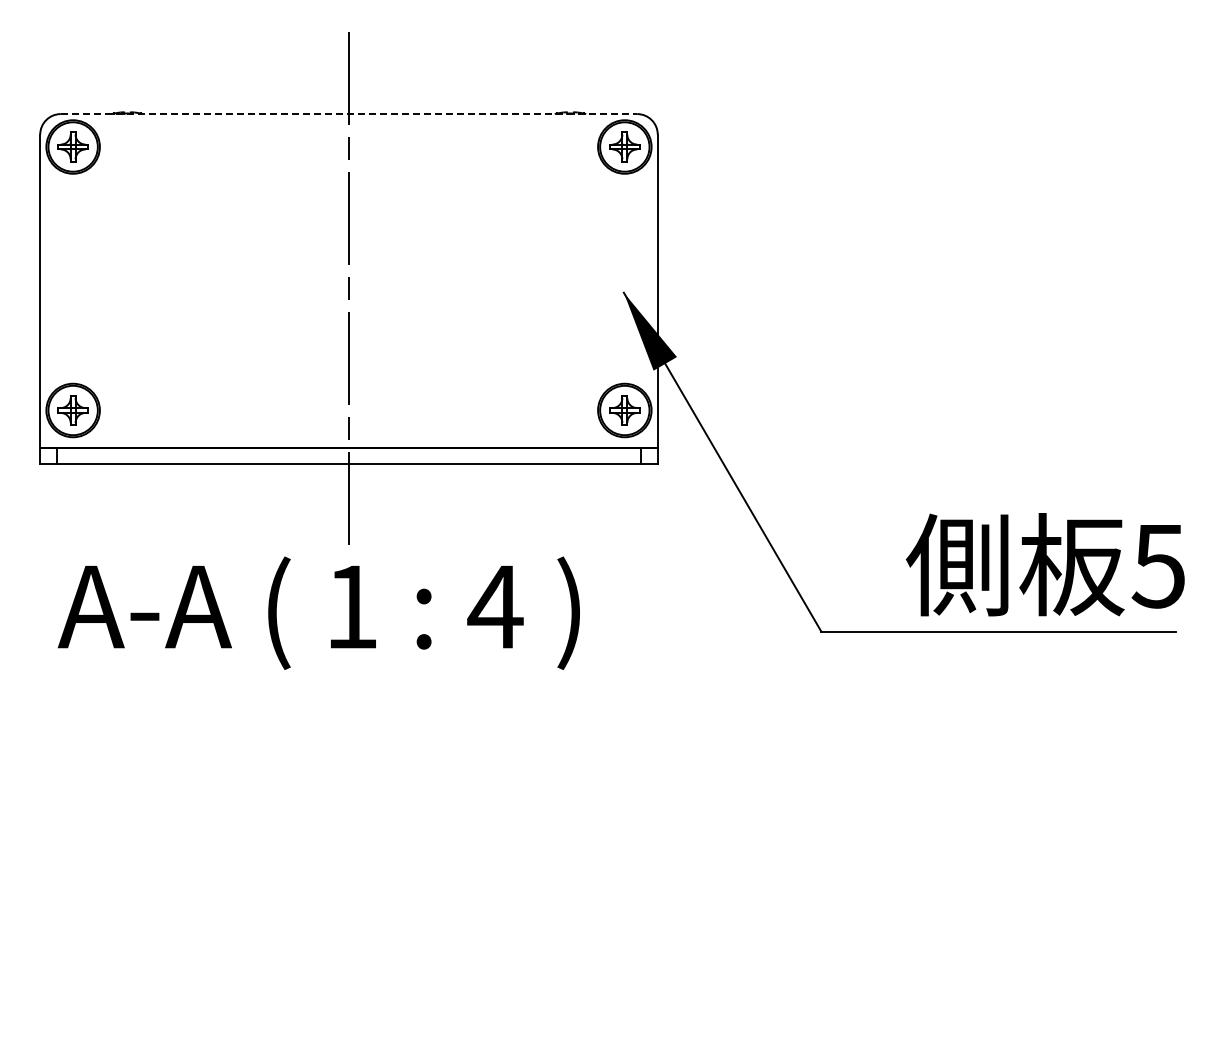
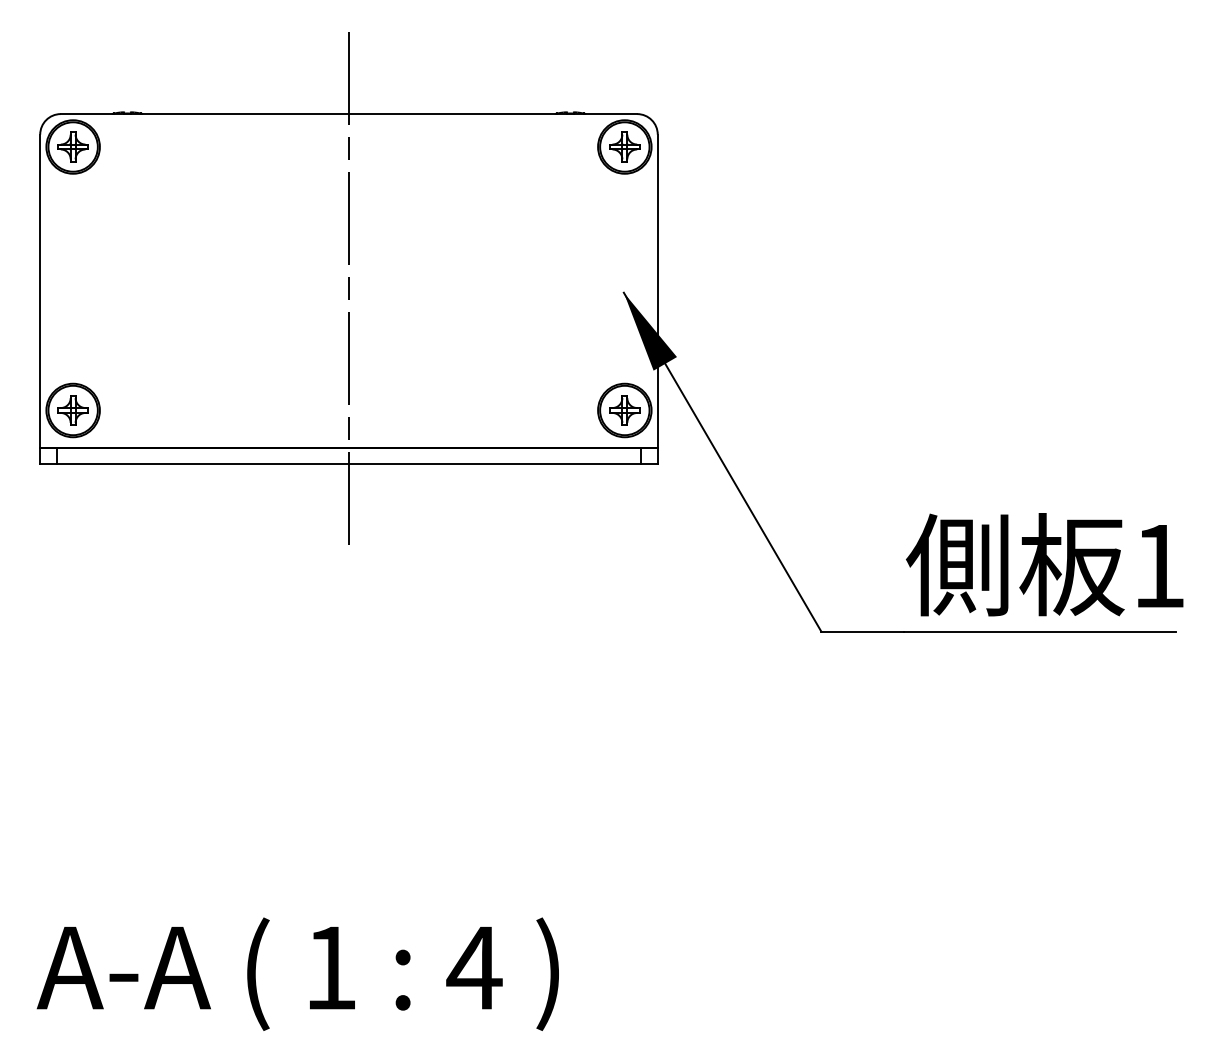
line at (349, 114): dashed -> solid
text at (1157, 566): 5 -> 1
text at (318, 612) position: (318, 612) -> (297, 973)
